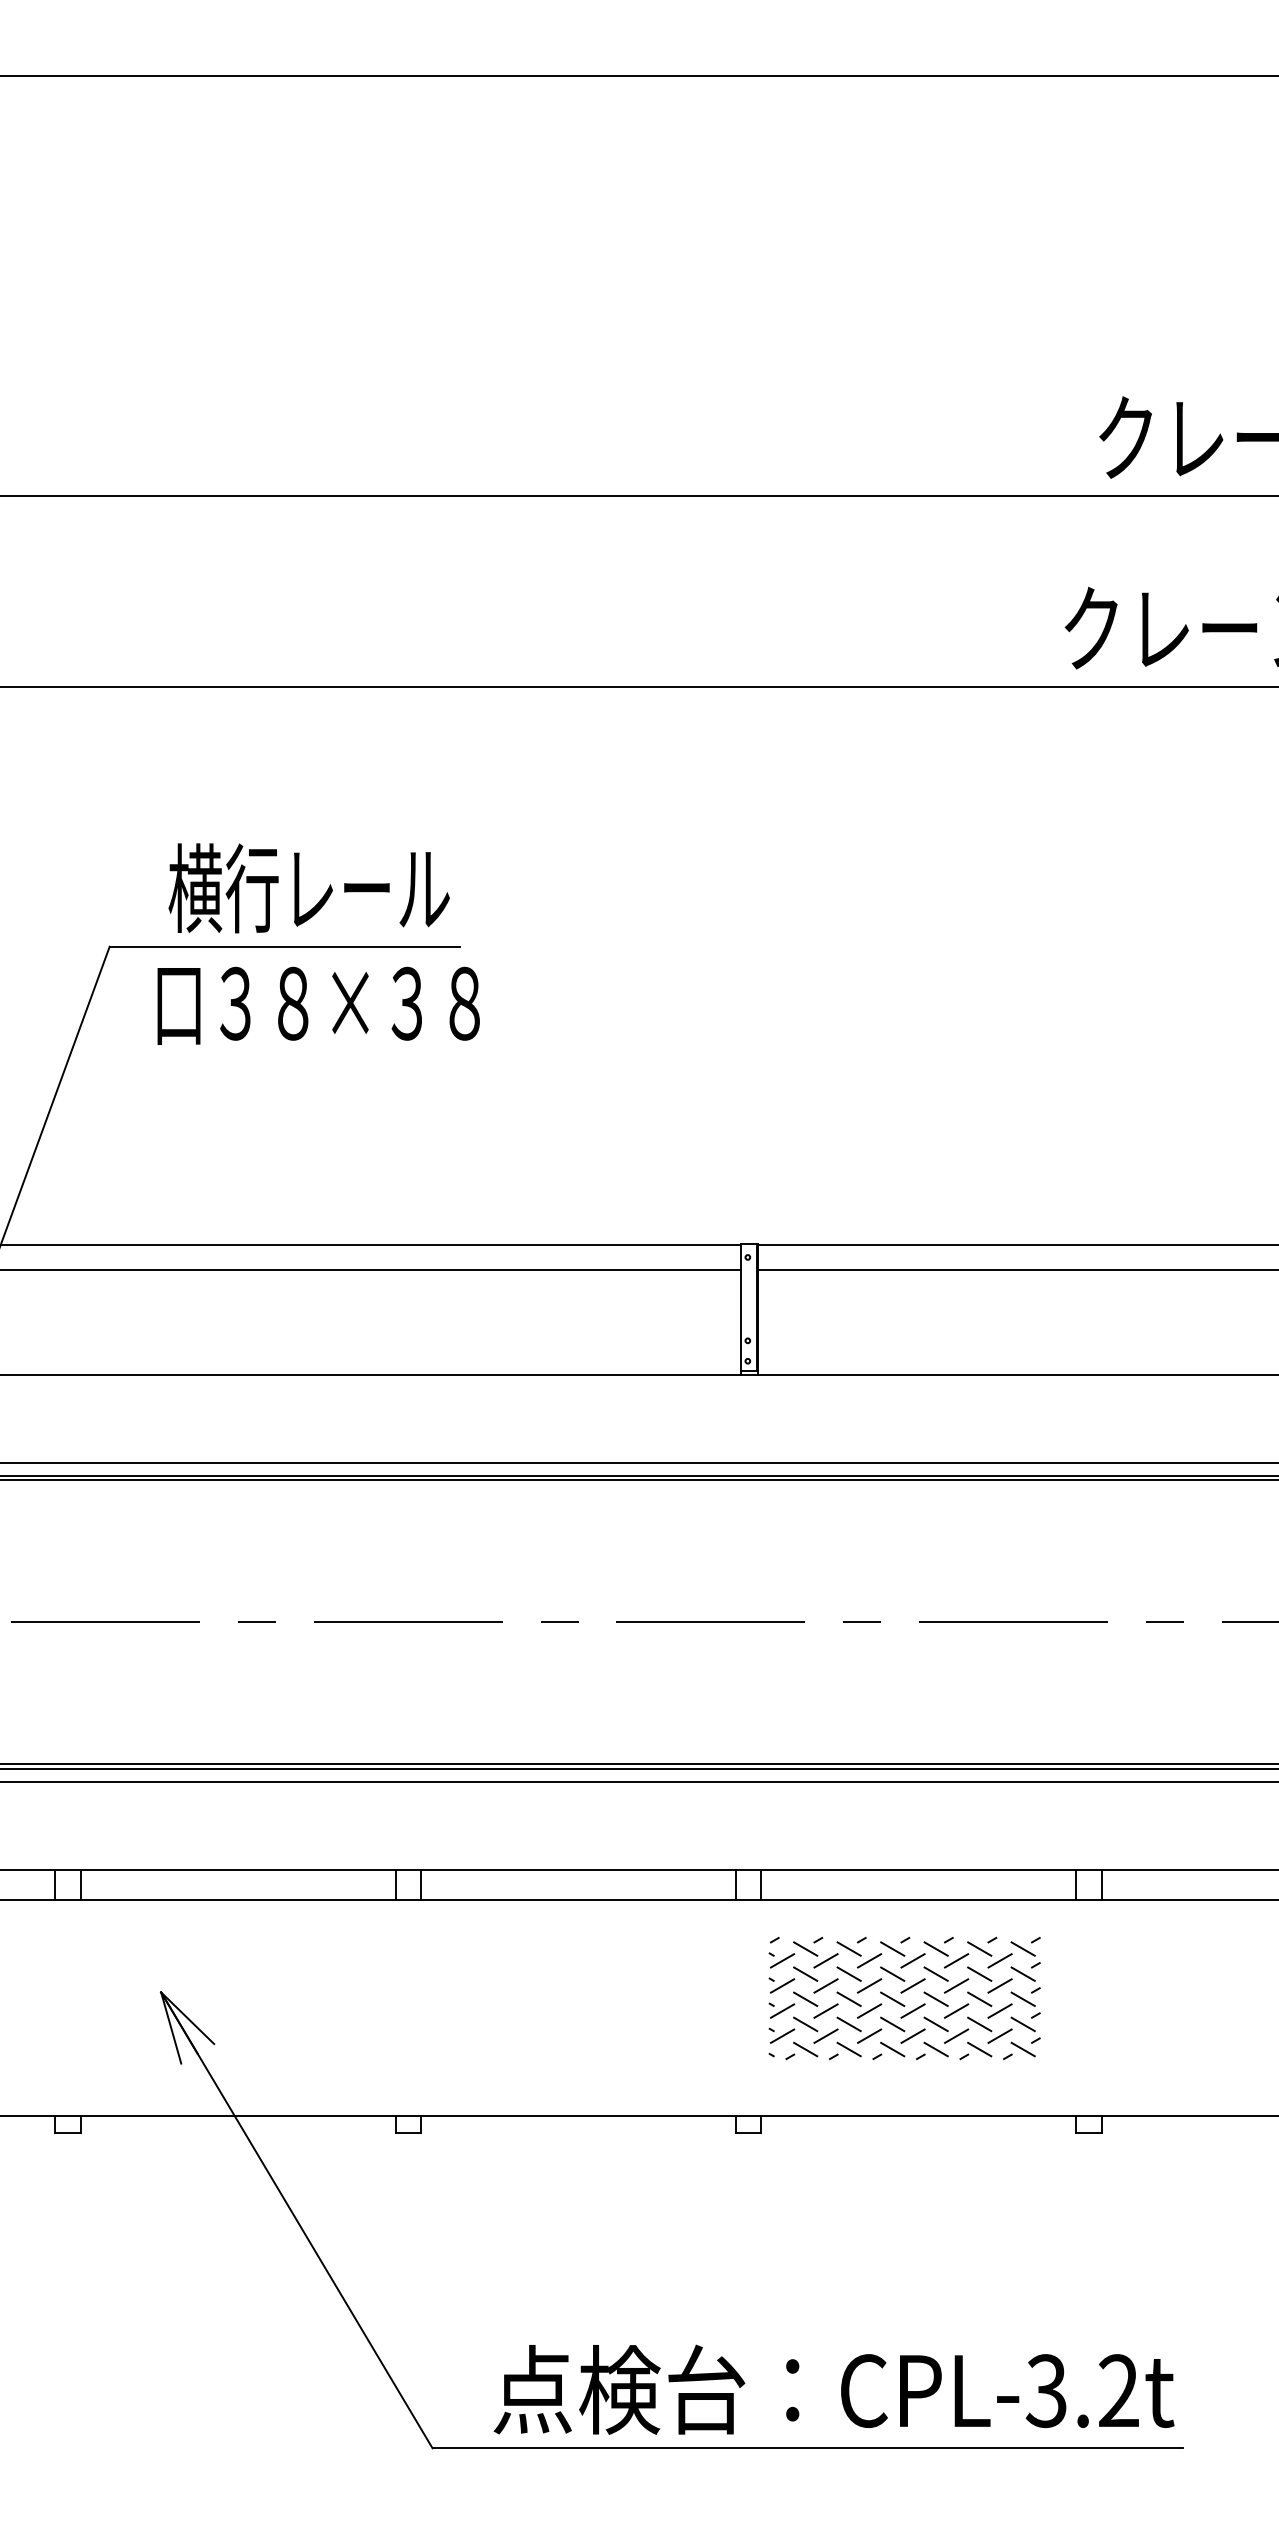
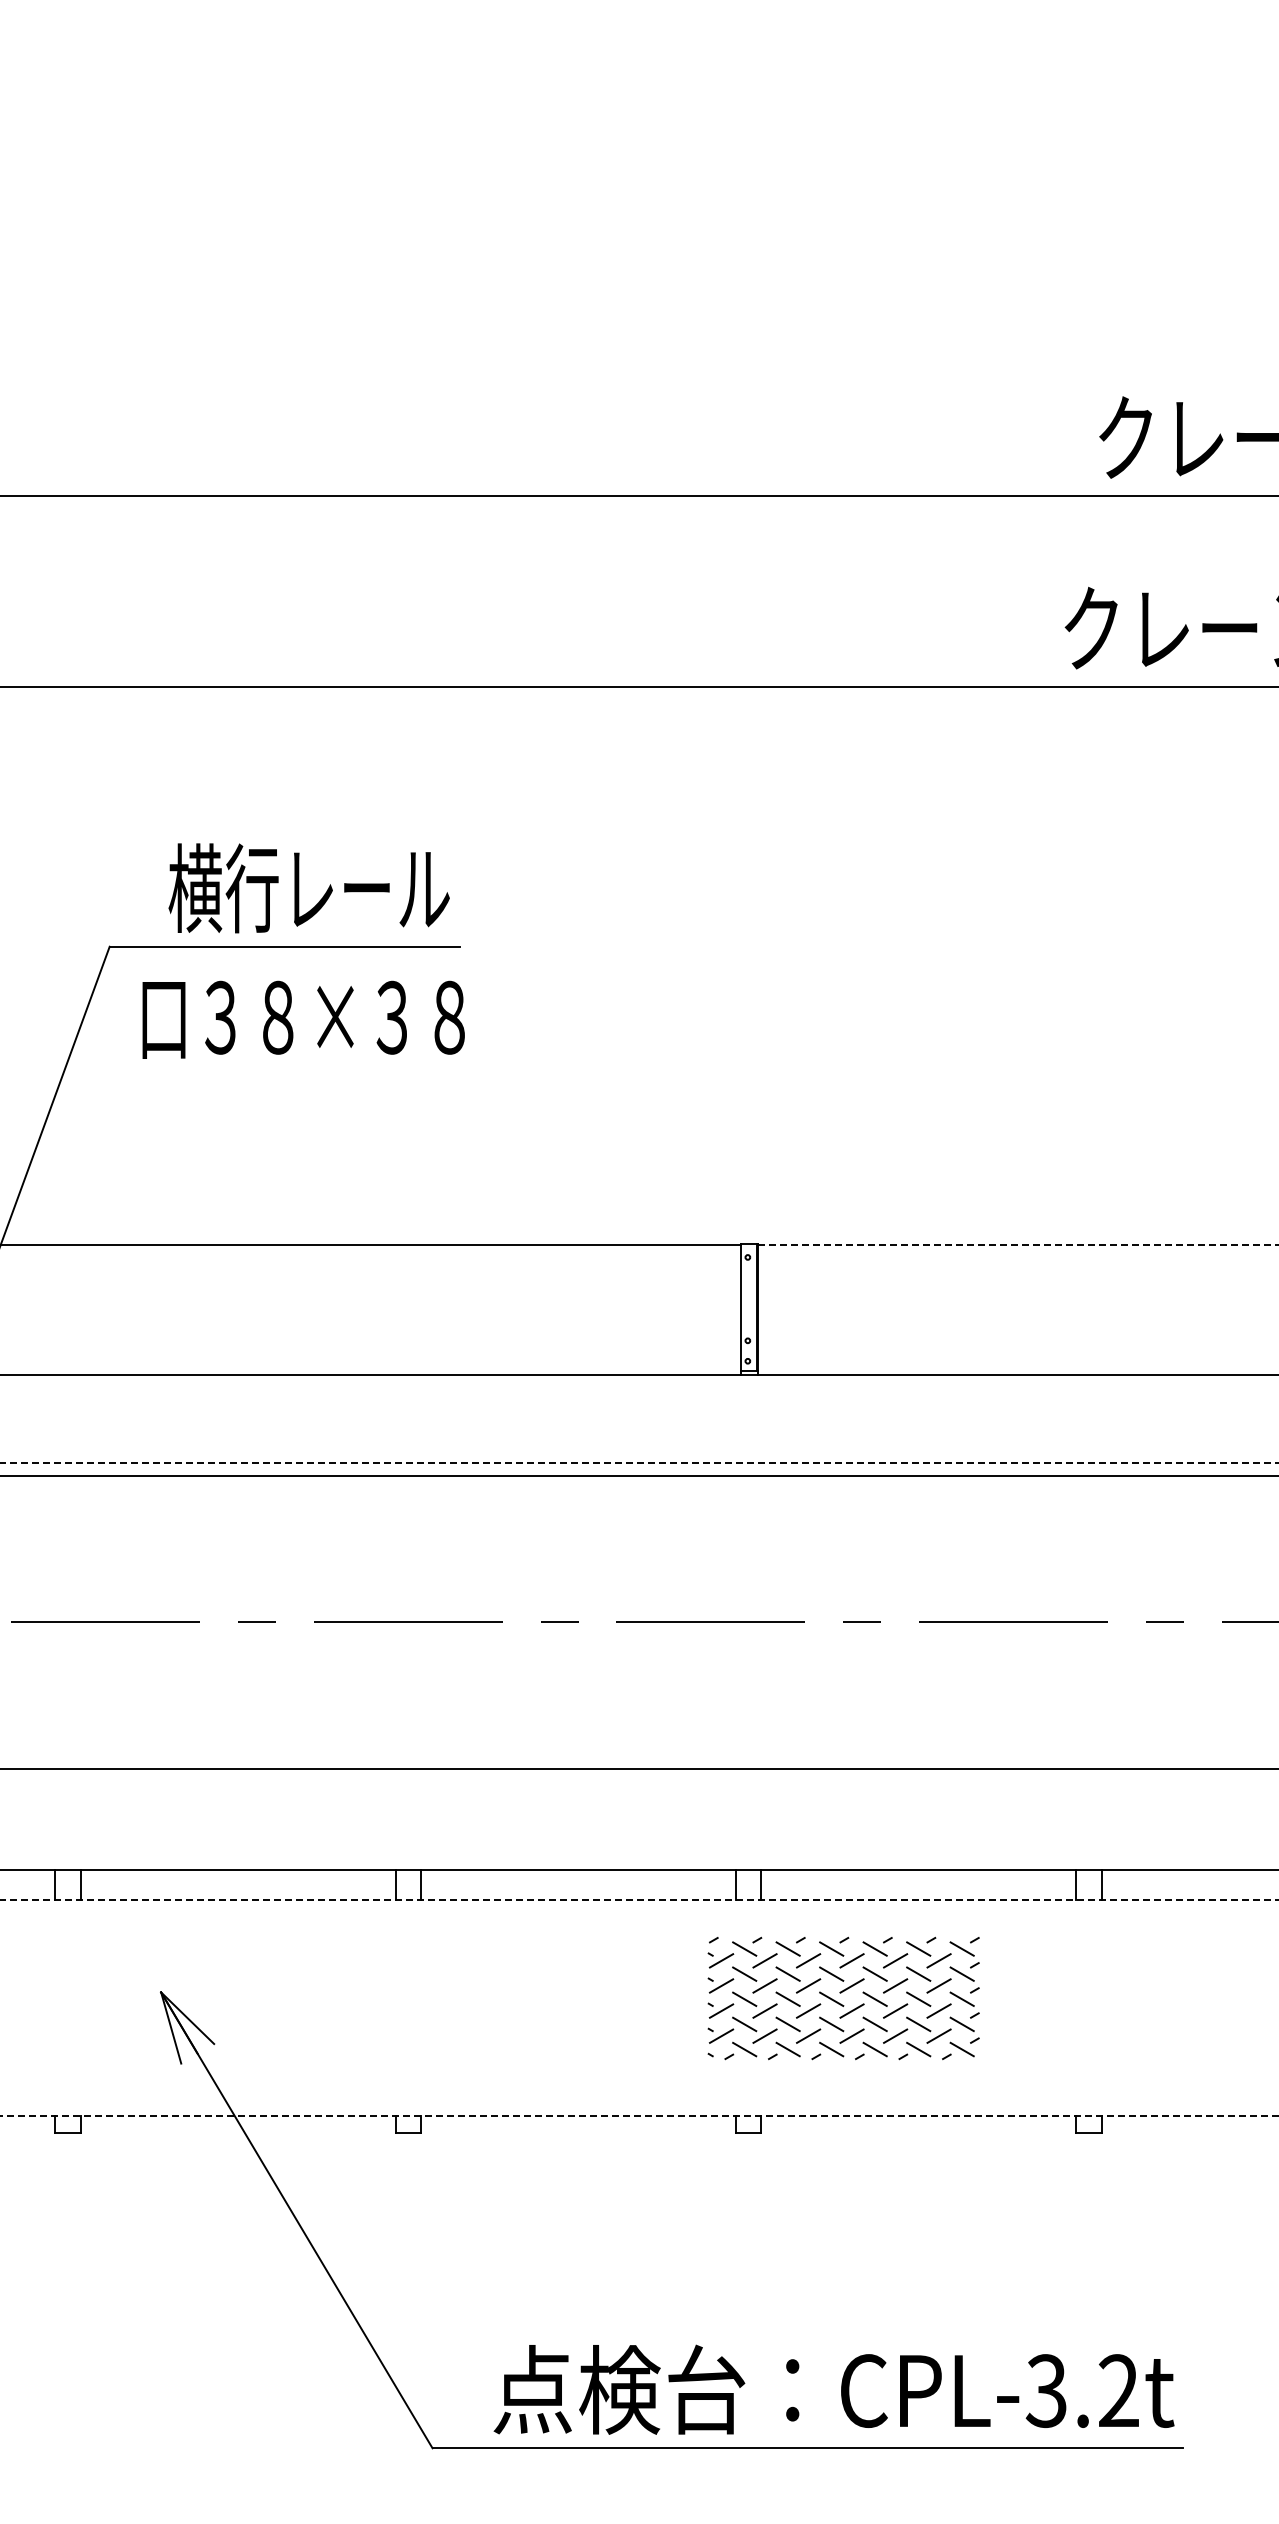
line at (638, 75): present -> none
text at (318, 1005) position: (318, 1005) -> (303, 1019)
line at (1018, 1244): solid -> dashed
line at (371, 1270): present -> none
line at (1016, 1270): present -> none
line at (639, 1462): solid -> dashed
line at (638, 1480): present -> none
line at (638, 1764): present -> none
line at (638, 1781): present -> none
line at (639, 1899): solid -> dashed
part at (904, 1998) position: (904, 1998) -> (843, 1998)
line at (639, 2115): solid -> dashed
